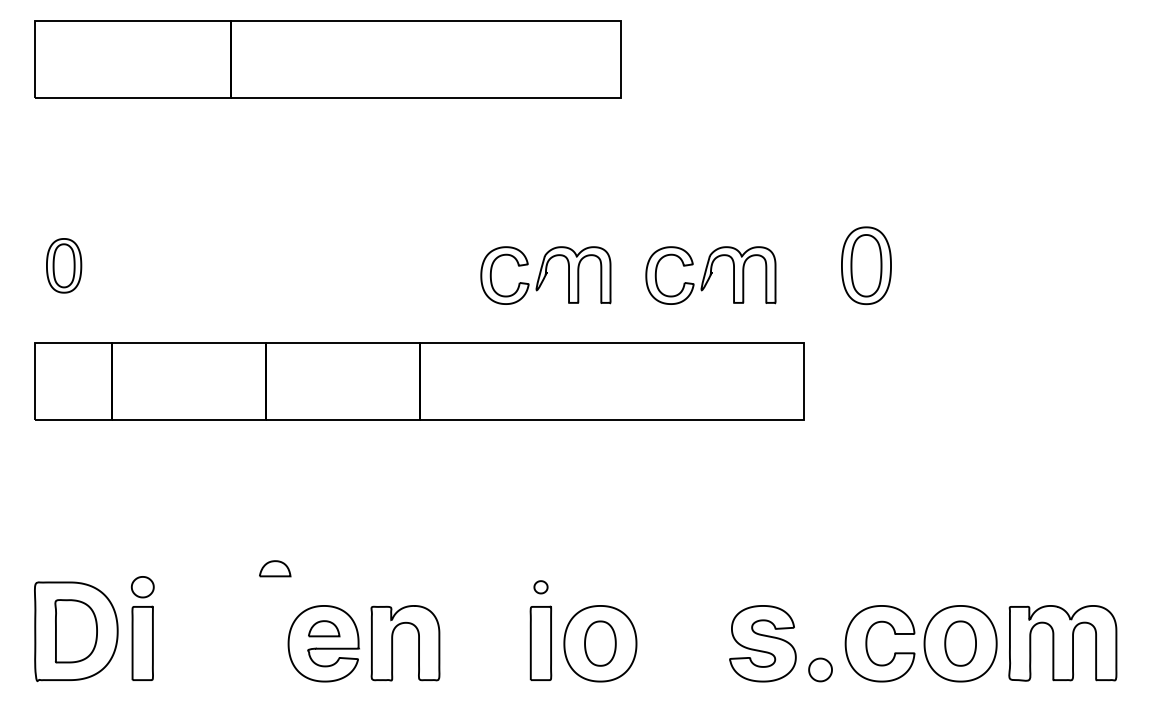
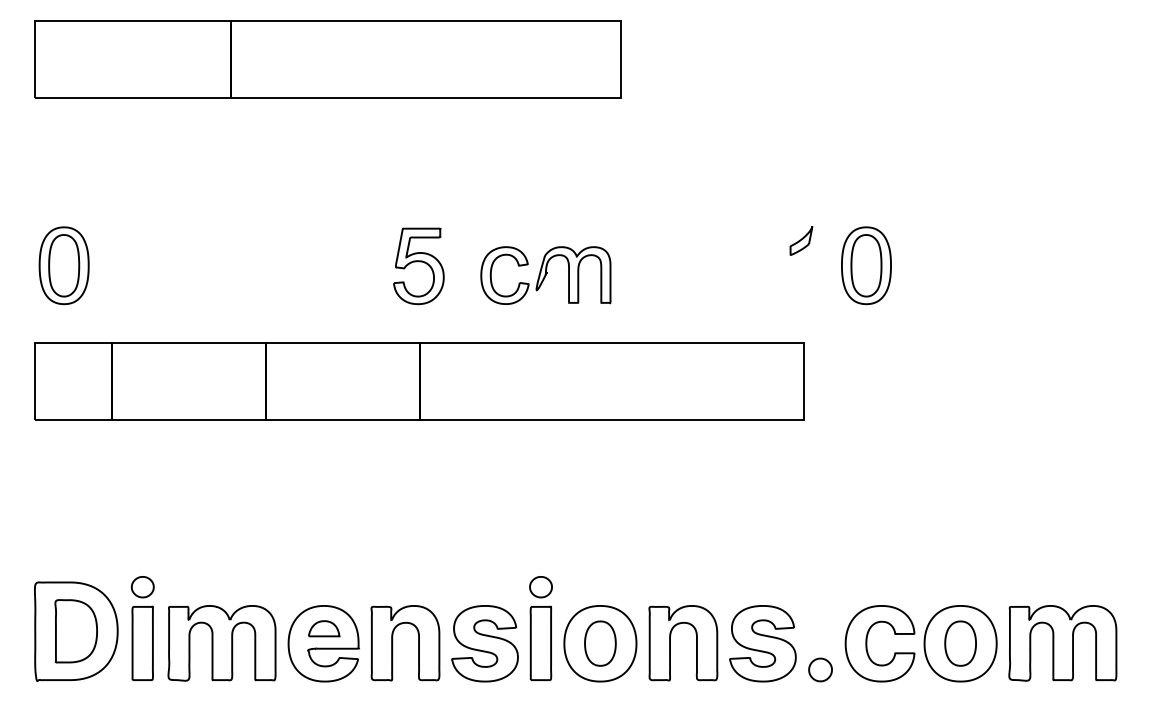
part at (801, 240): none -> present
part at (64, 265) size: 37x56 px -> 52x80 px
part at (418, 266): none -> present
part at (710, 275): present -> none
part at (275, 568): present -> none
part at (540, 587) size: 16x15 px -> 24x23 px
part at (221, 643): none -> present
part at (484, 643): none -> present
part at (670, 643): none -> present
